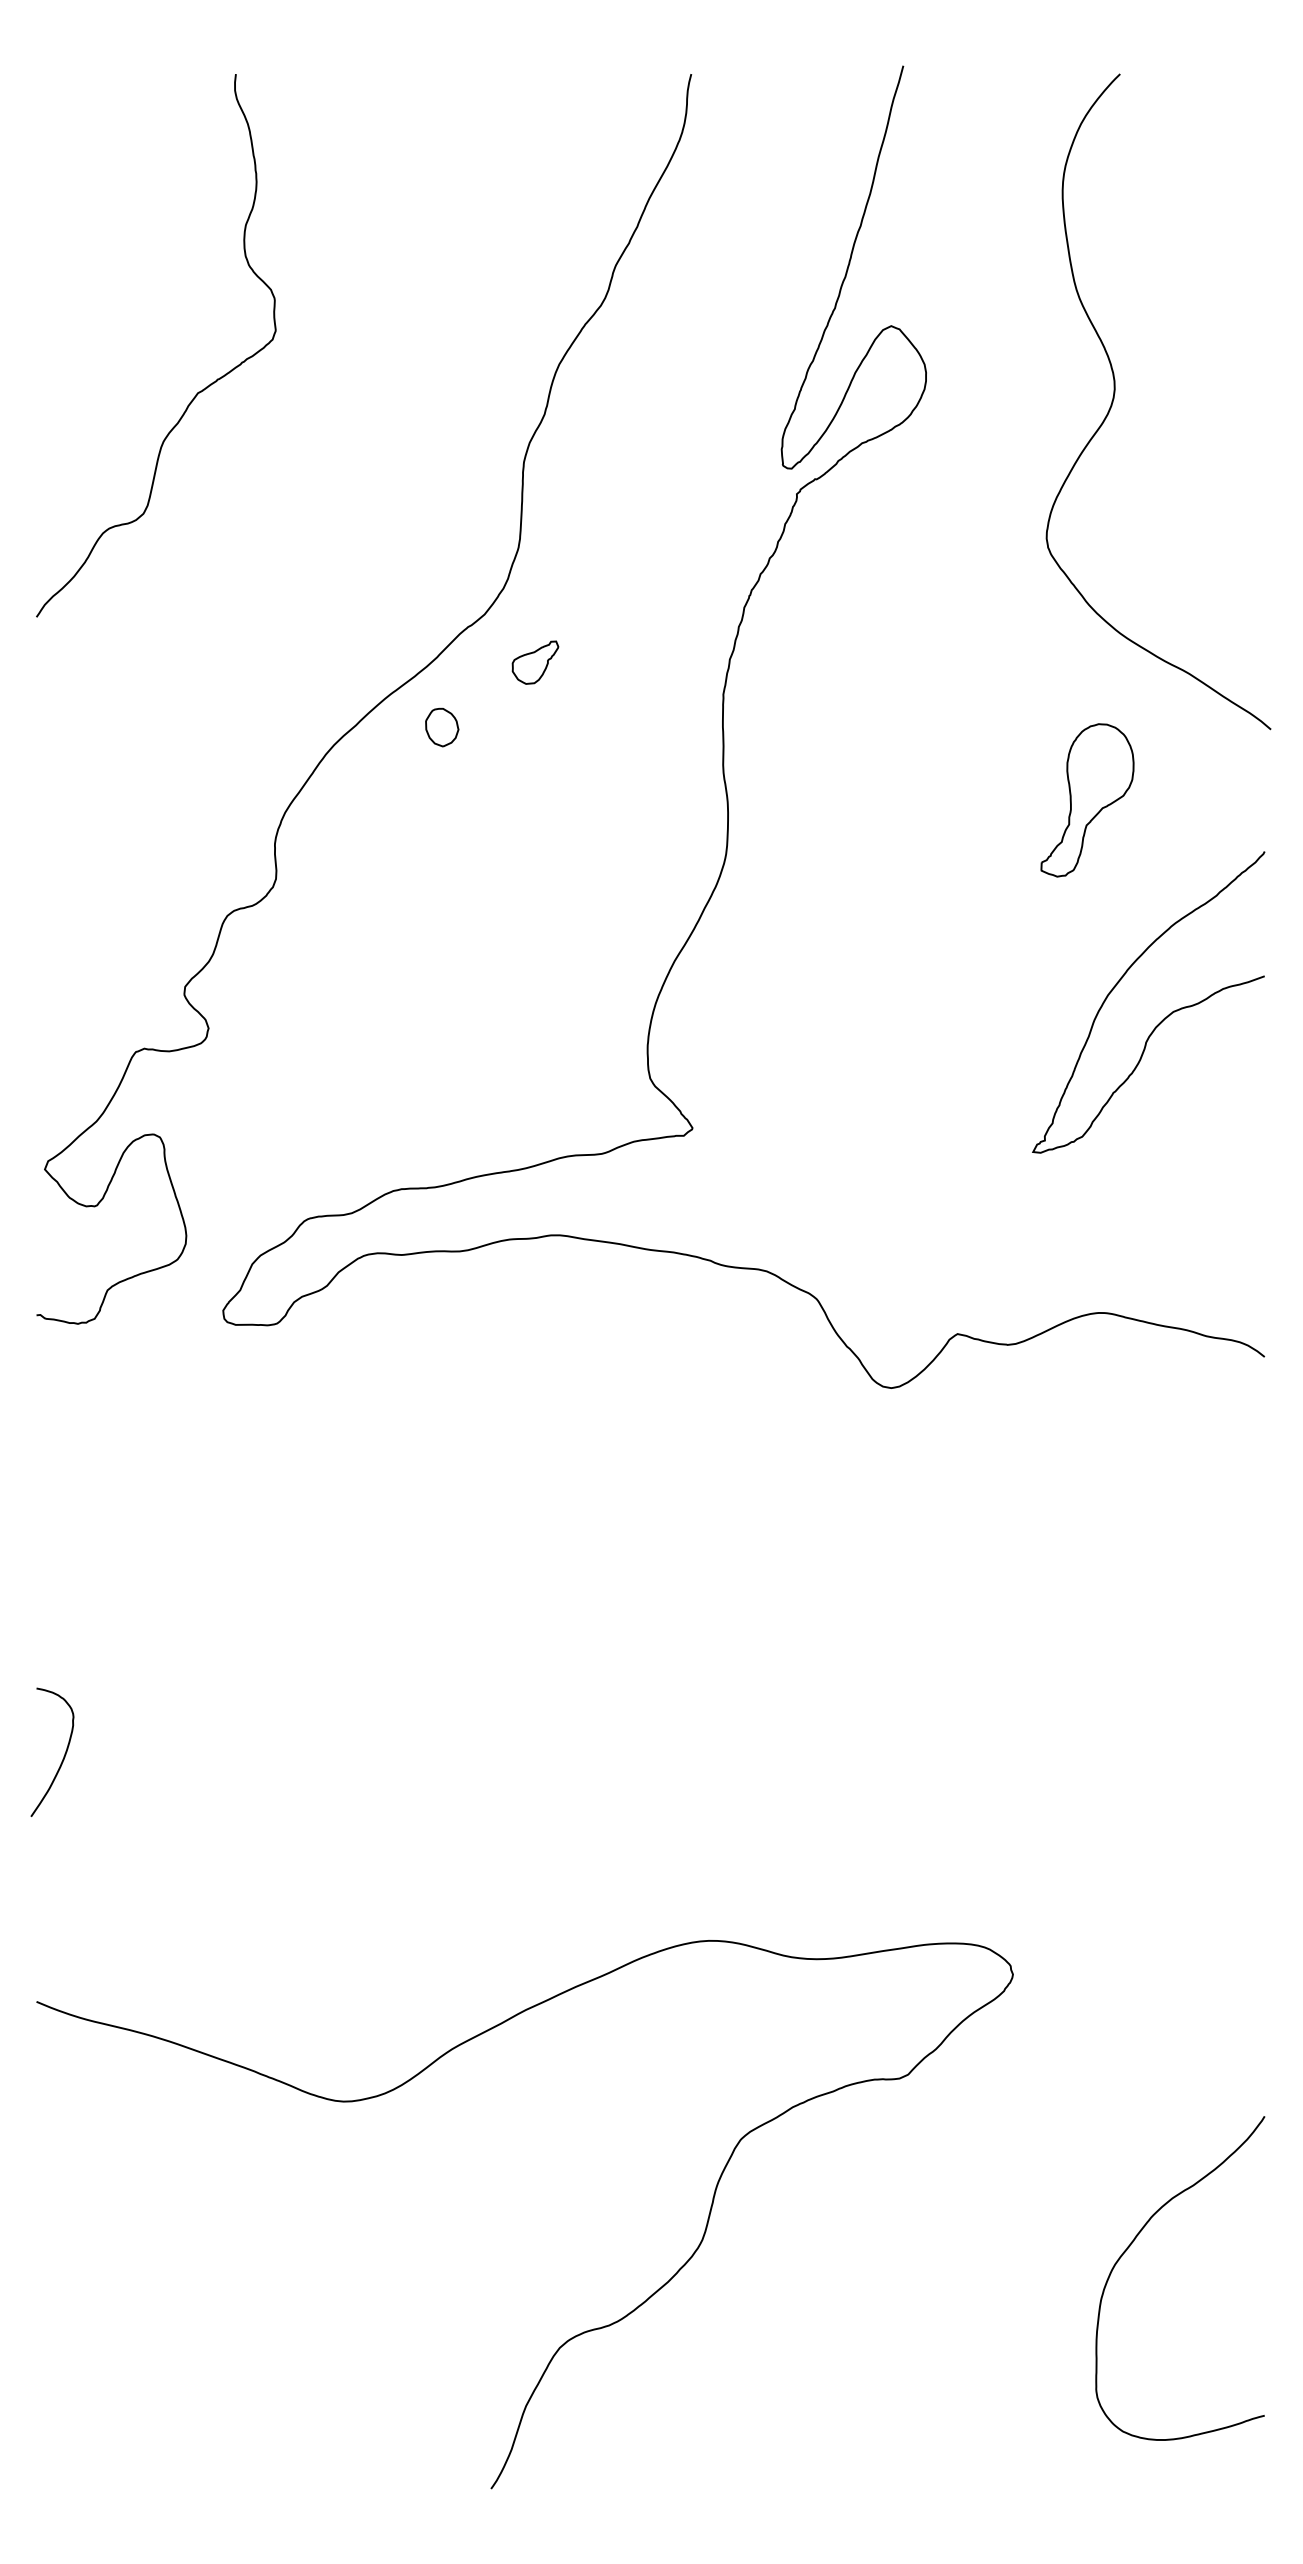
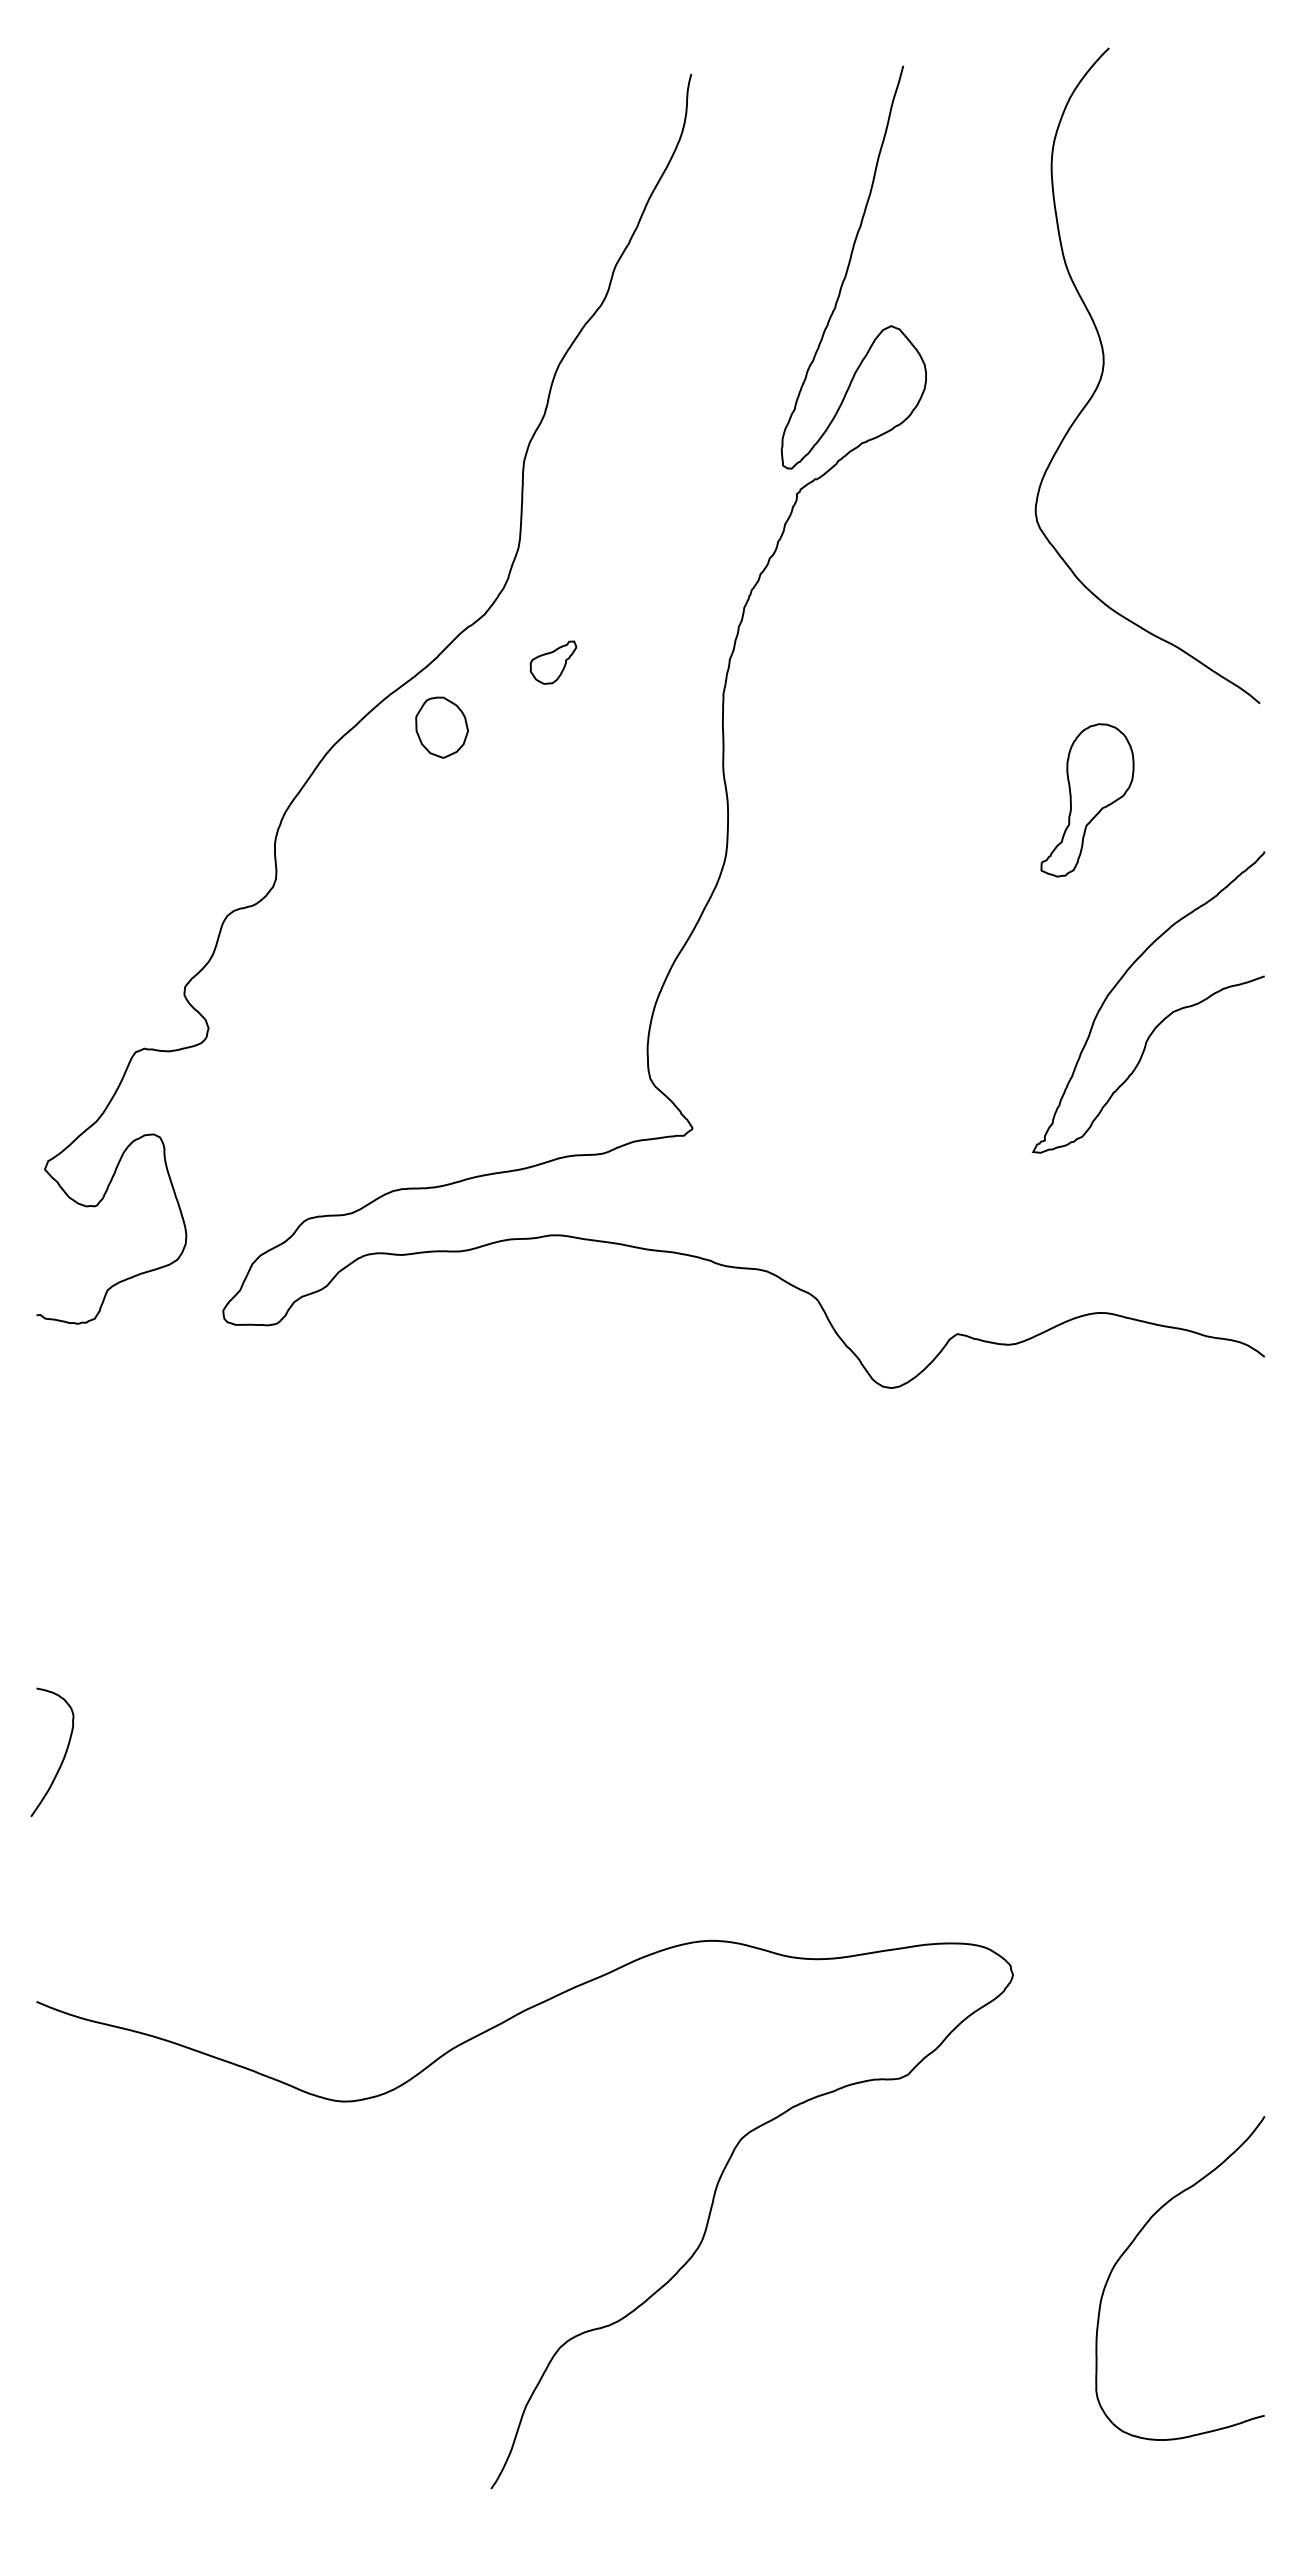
curve at (198, 391): present -> none
curve at (1115, 393) position: (1115, 393) -> (1104, 367)
part at (535, 662) position: (535, 662) -> (553, 662)
part at (442, 727) size: 35x41 px -> 54x63 px
